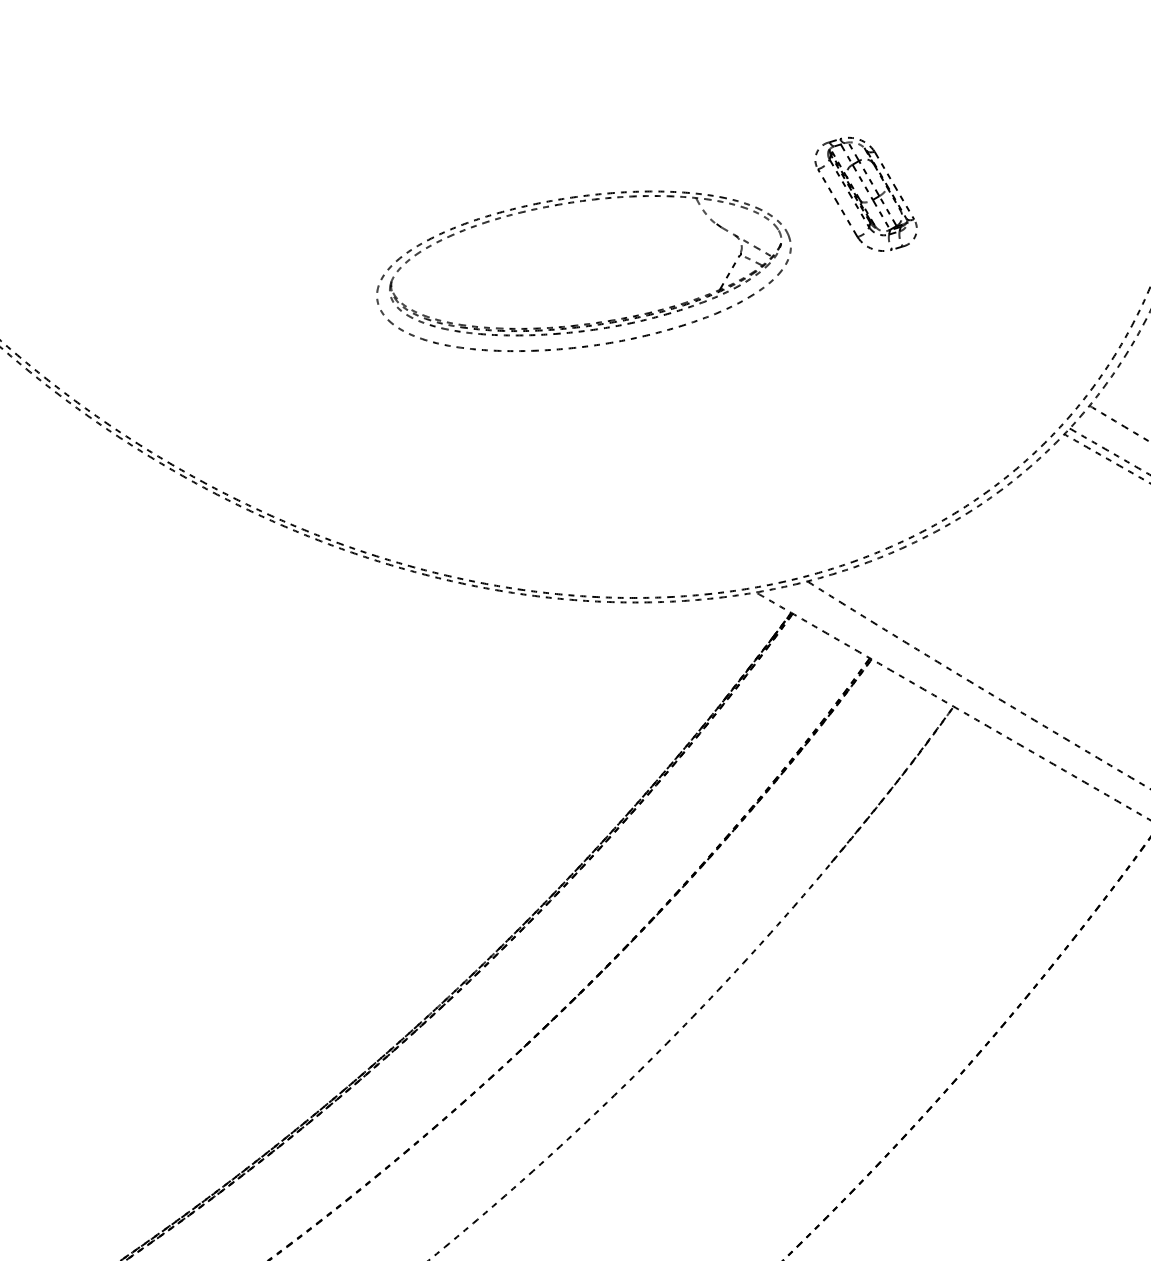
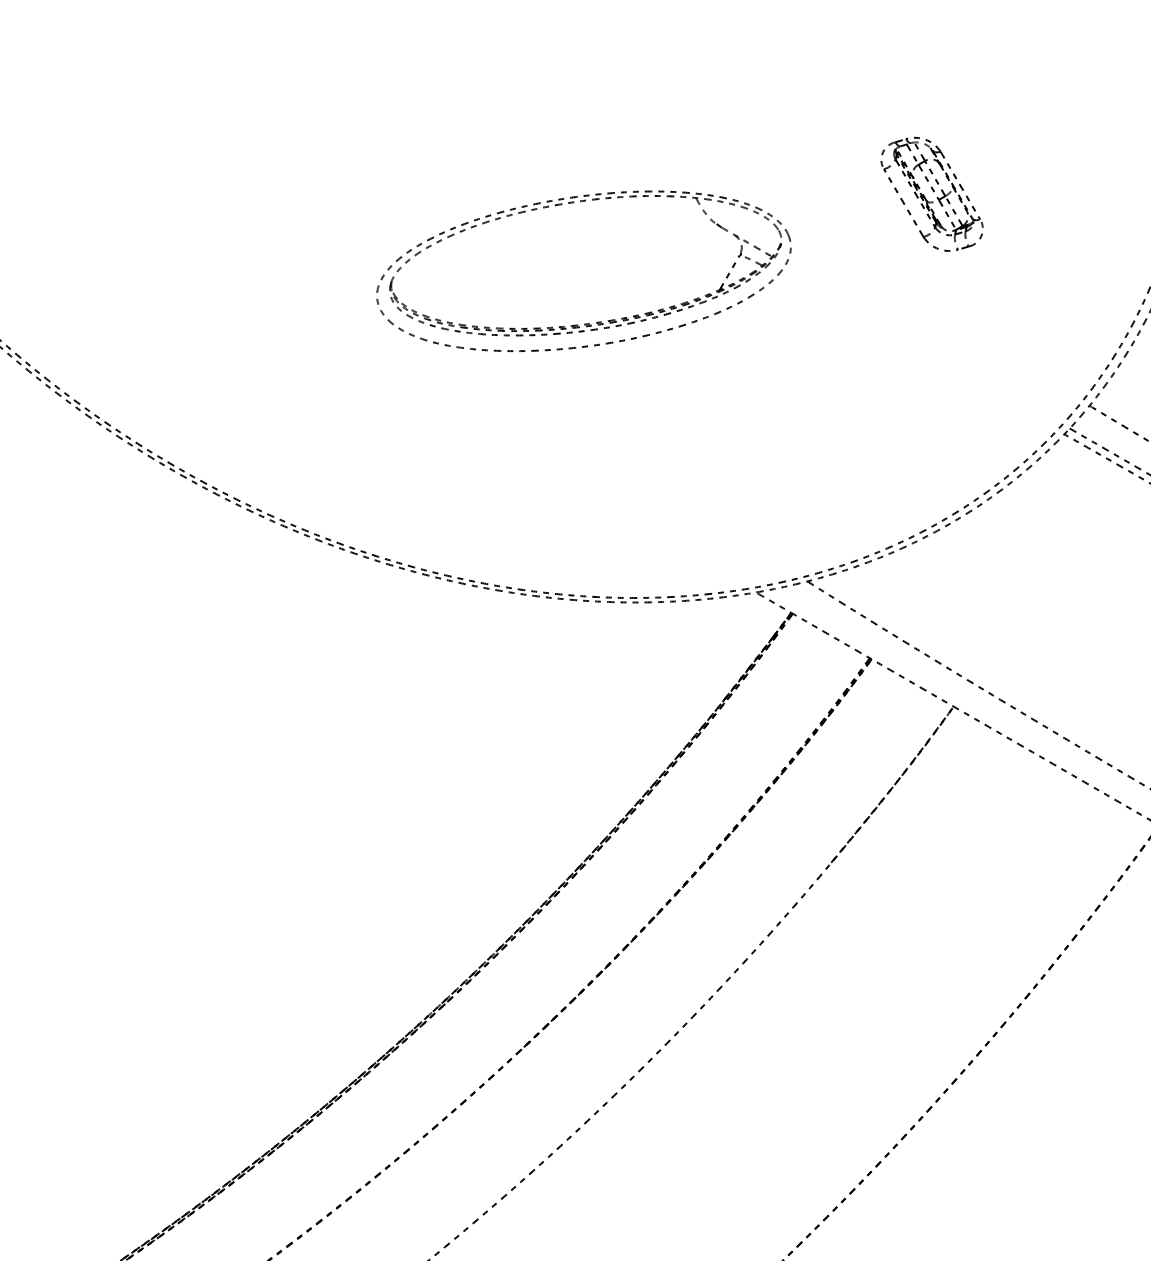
part at (865, 193) position: (865, 193) -> (931, 193)
